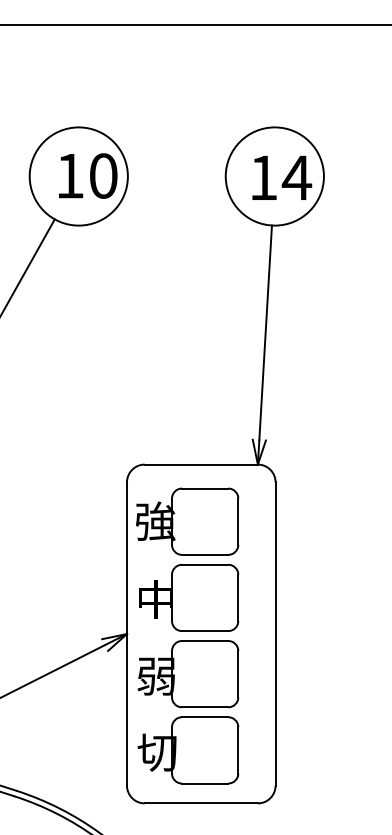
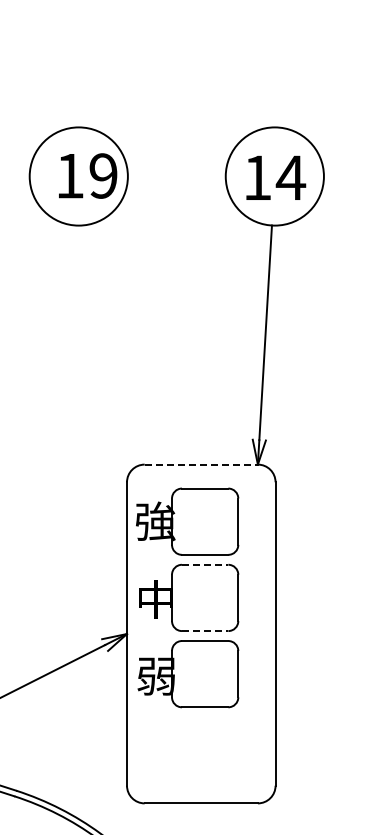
line at (195, 25): present -> none
text at (103, 175): 10 -> 19
text at (282, 177) position: (282, 177) -> (276, 177)
line at (28, 265): present -> none
line at (201, 464): solid -> dashed
line at (205, 564): solid -> dashed
line at (205, 631): solid -> dashed
part at (188, 750): present -> none
